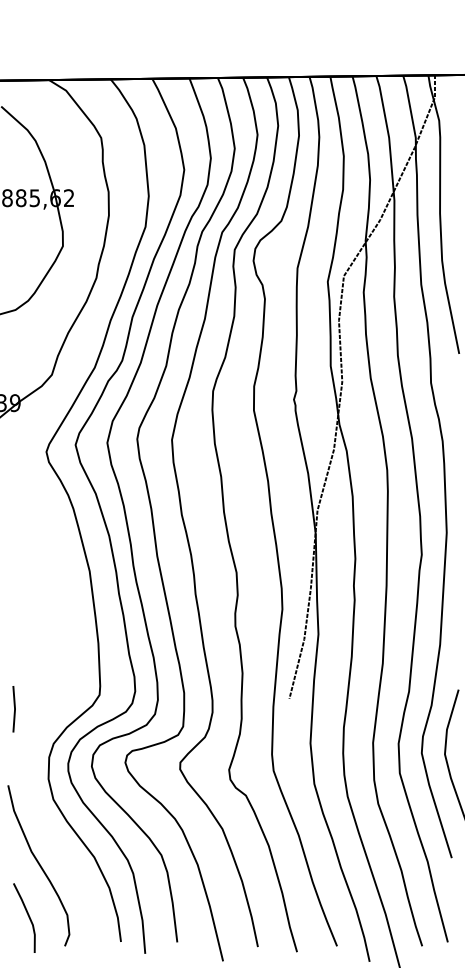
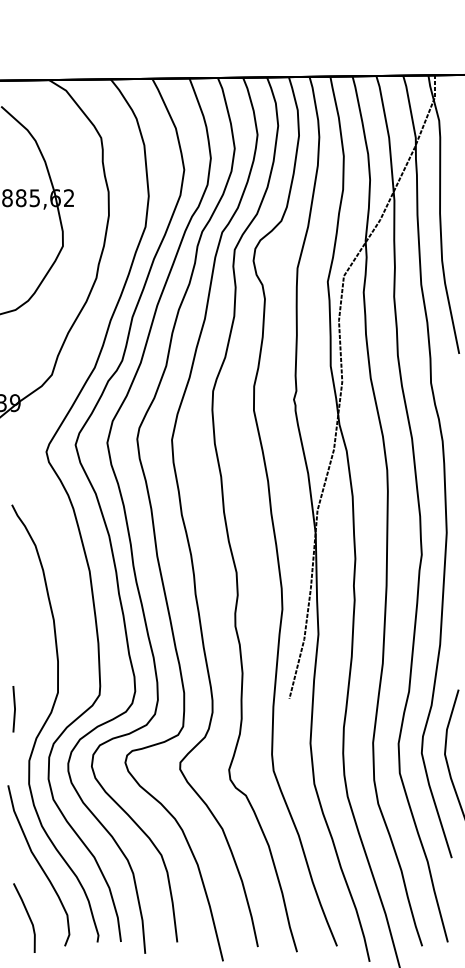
curve at (48, 719): none -> present
